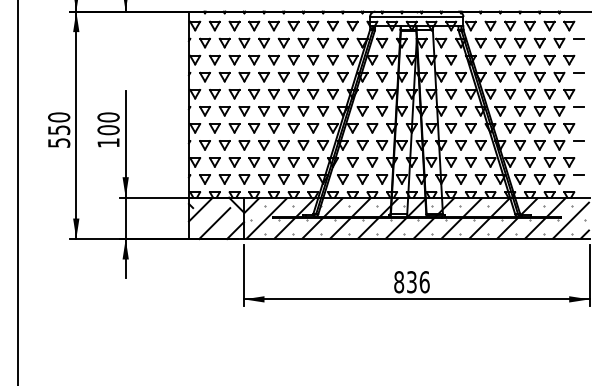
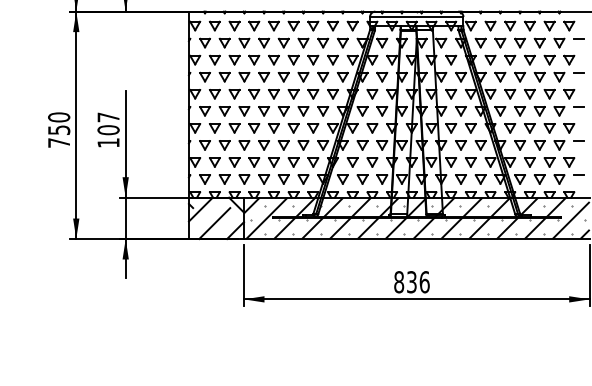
text at (108, 117): 100 -> 107
text at (59, 142): 550 -> 750
line at (17, 192): present -> none
